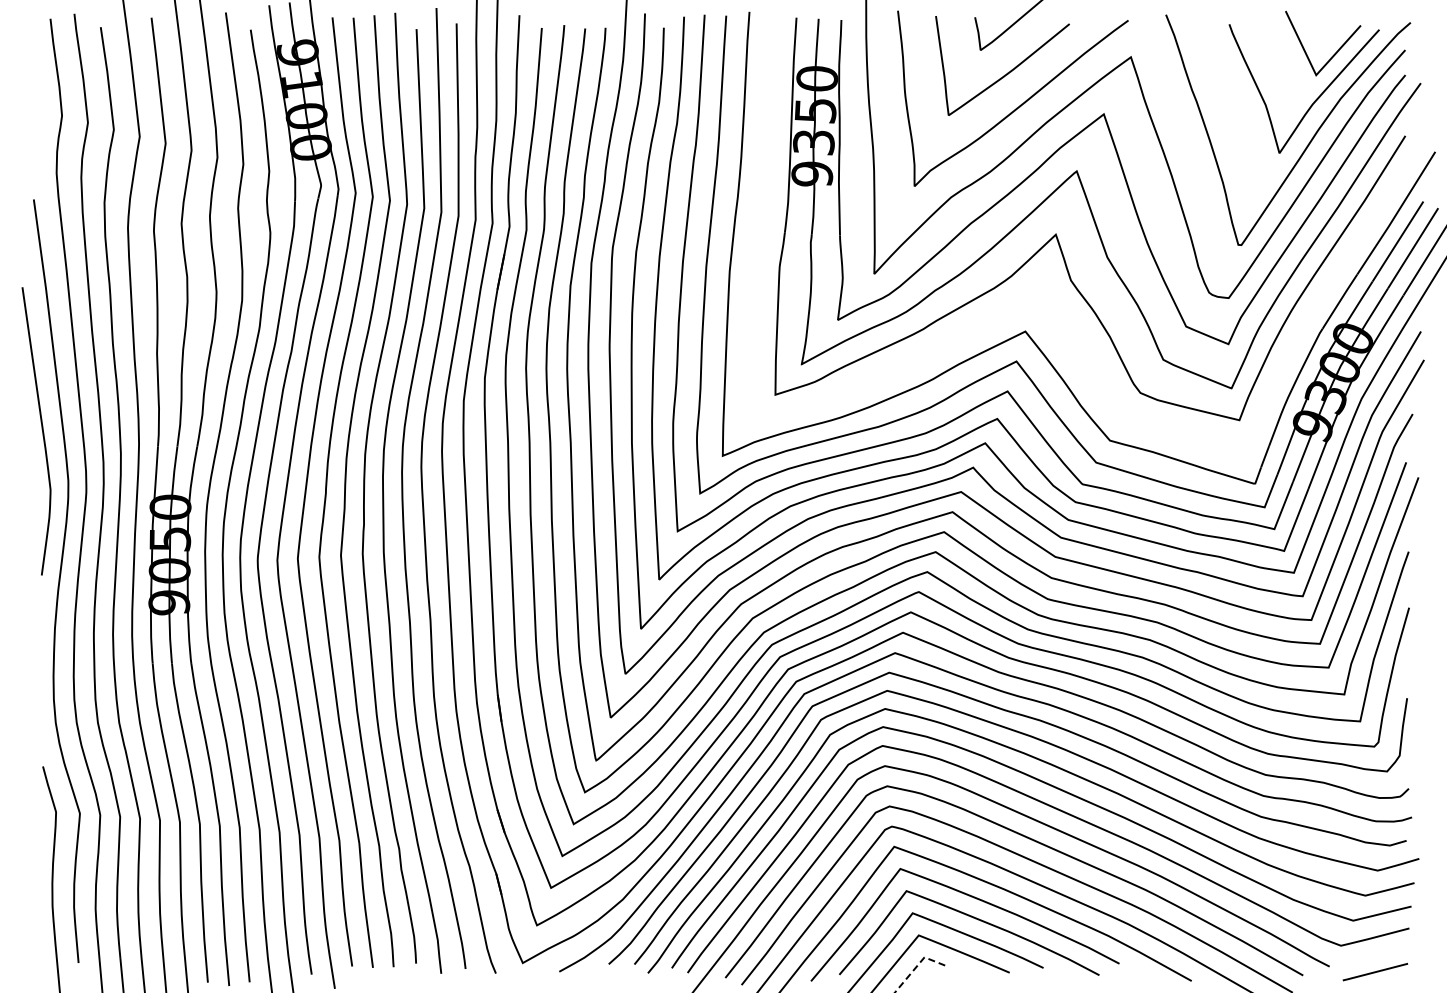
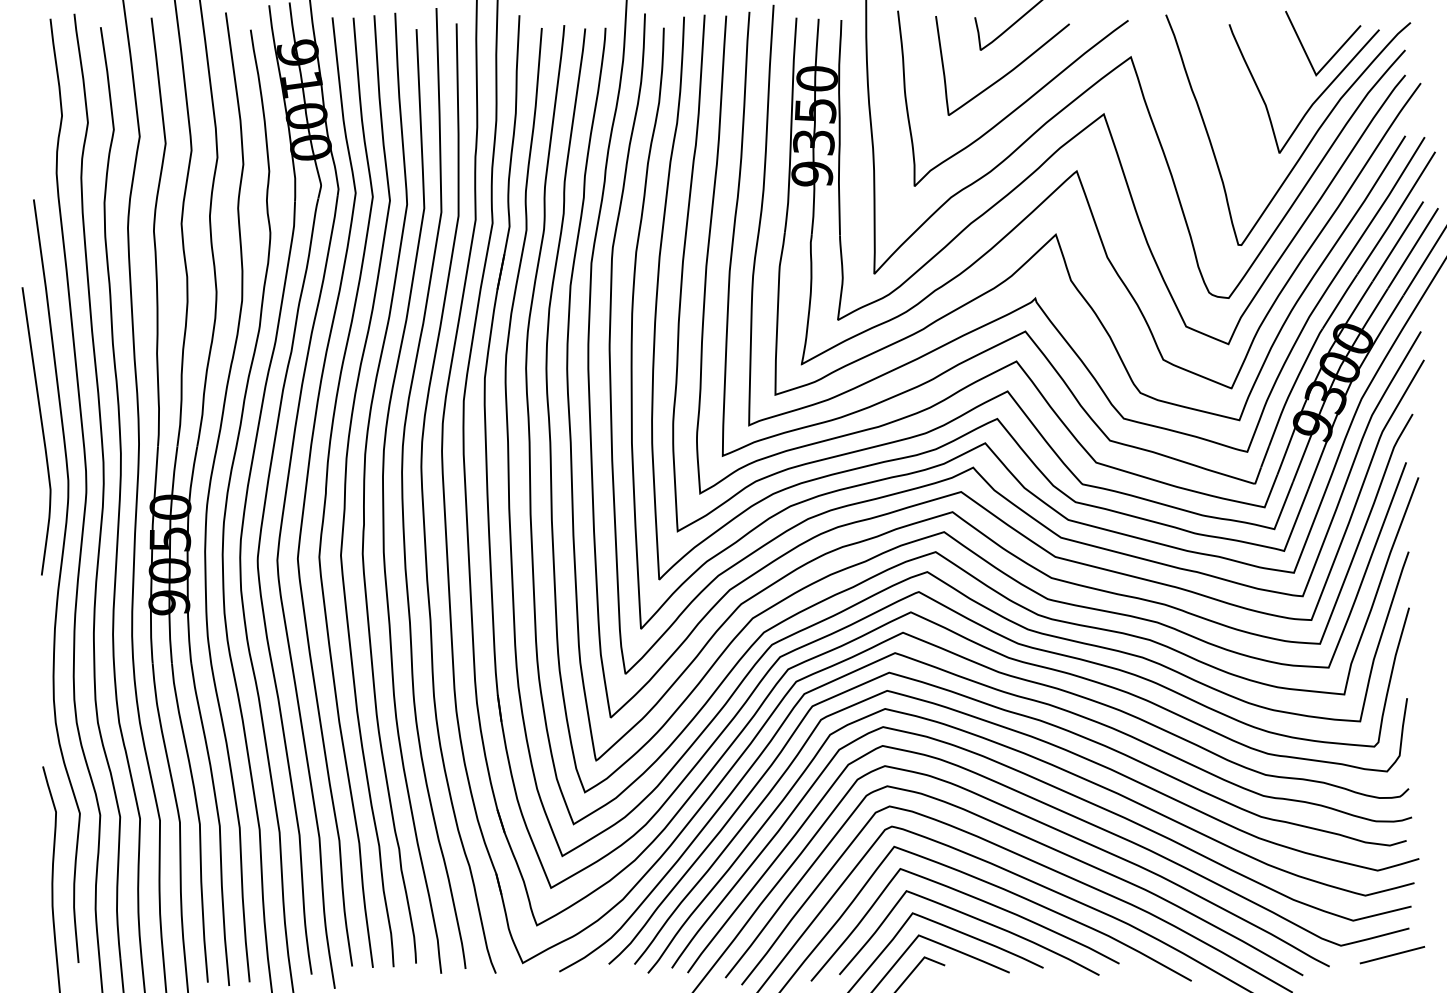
curve at (1035, 297): none -> present
line at (917, 965): dashed -> solid
line at (1375, 972) position: (1375, 972) -> (1392, 955)
